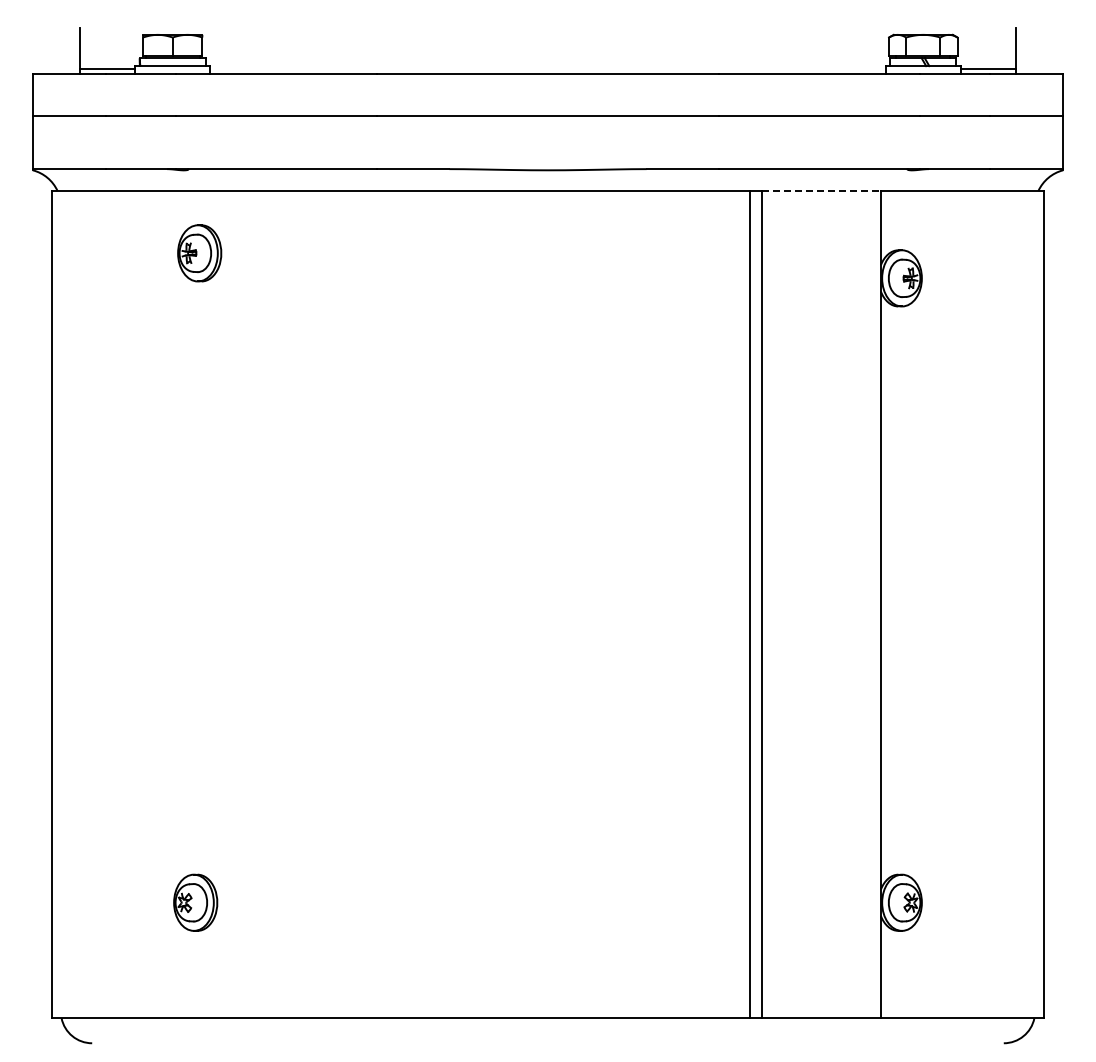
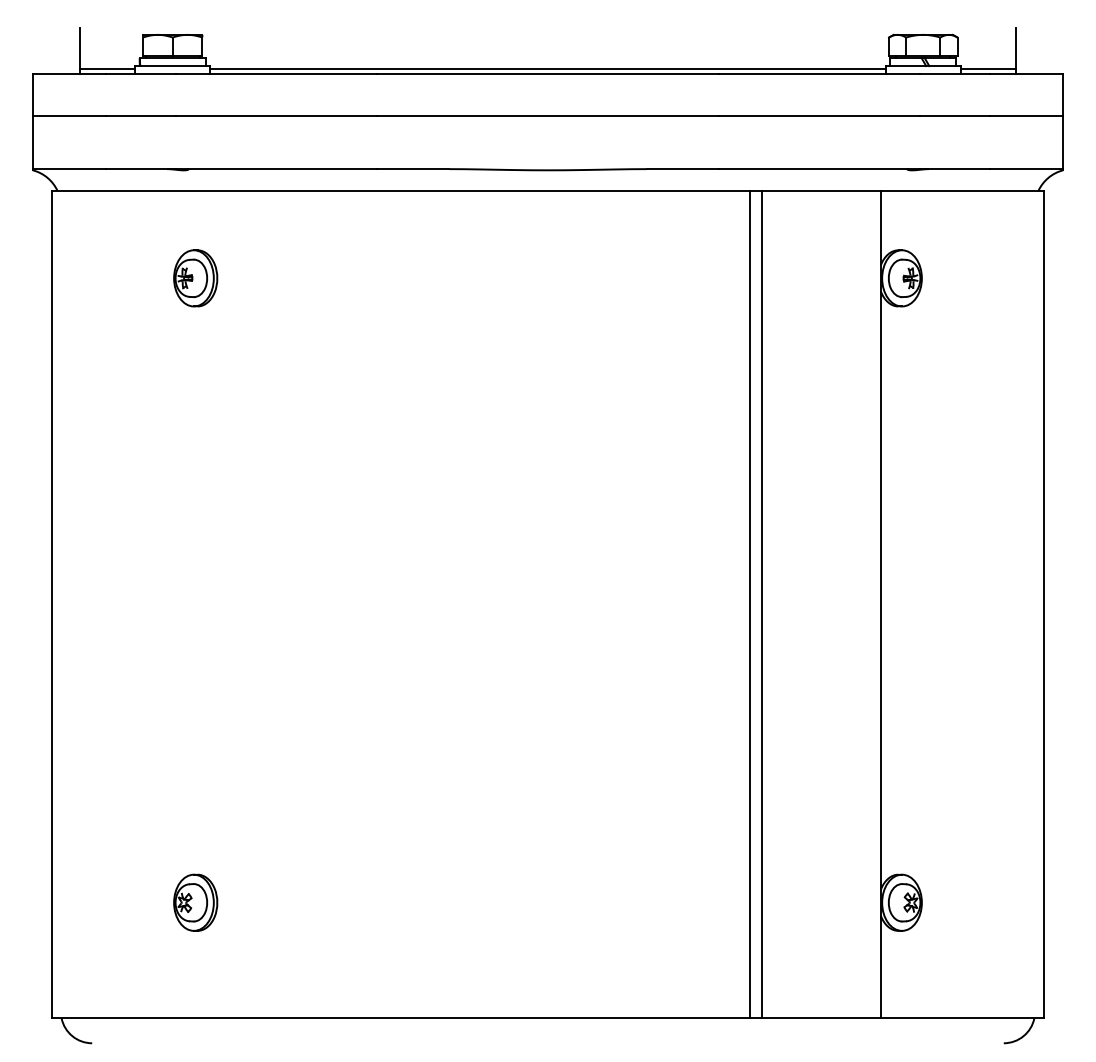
line at (547, 68): none -> present
line at (821, 190): dashed -> solid
part at (199, 253) position: (199, 253) -> (195, 278)
